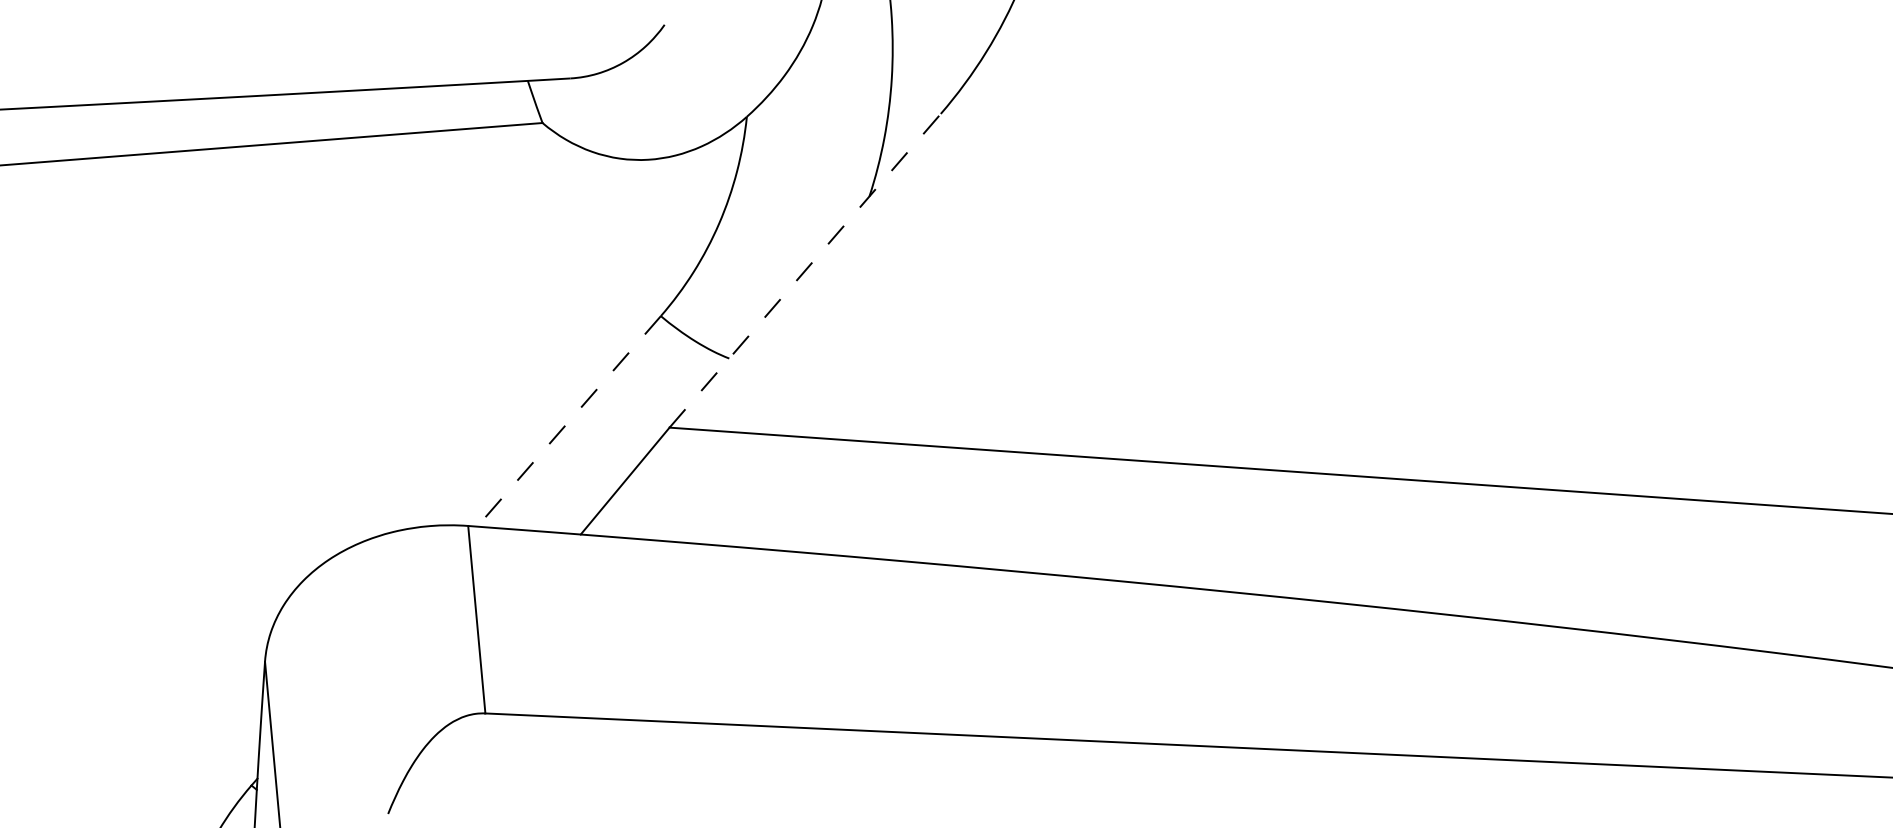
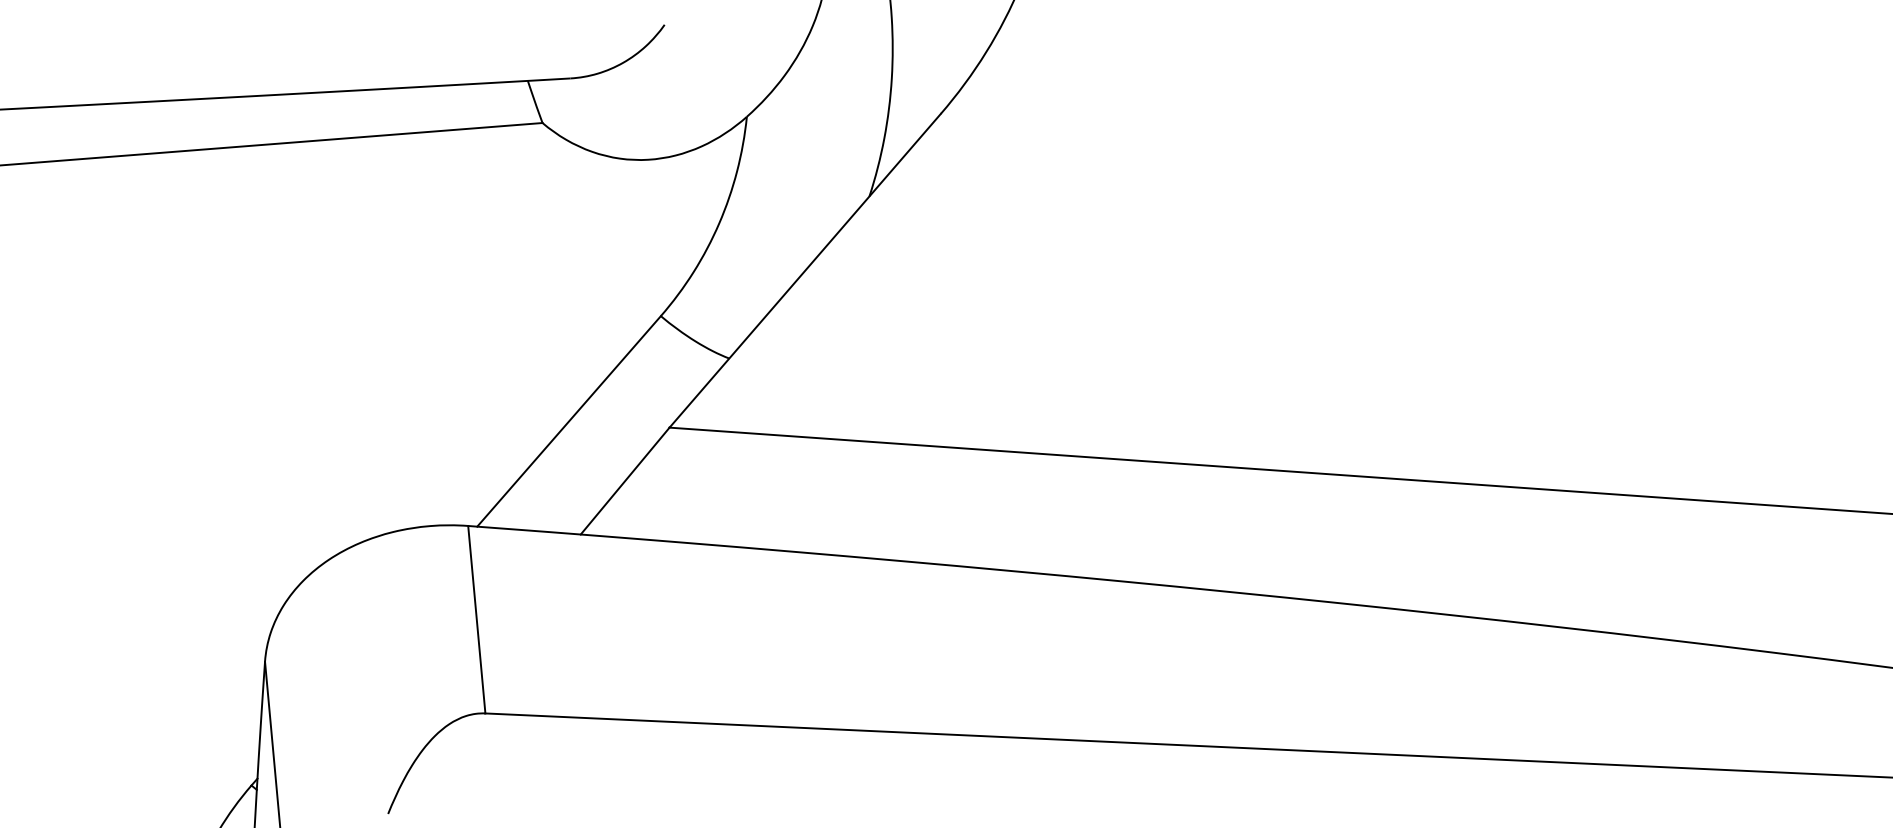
line at (805, 270): dashed -> solid
line at (569, 421): dashed -> solid
